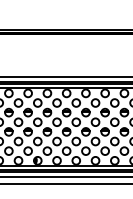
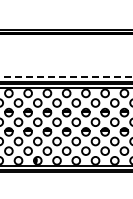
line at (66, 77): solid -> dashed
line at (65, 176): present -> none
line at (65, 183): present -> none
